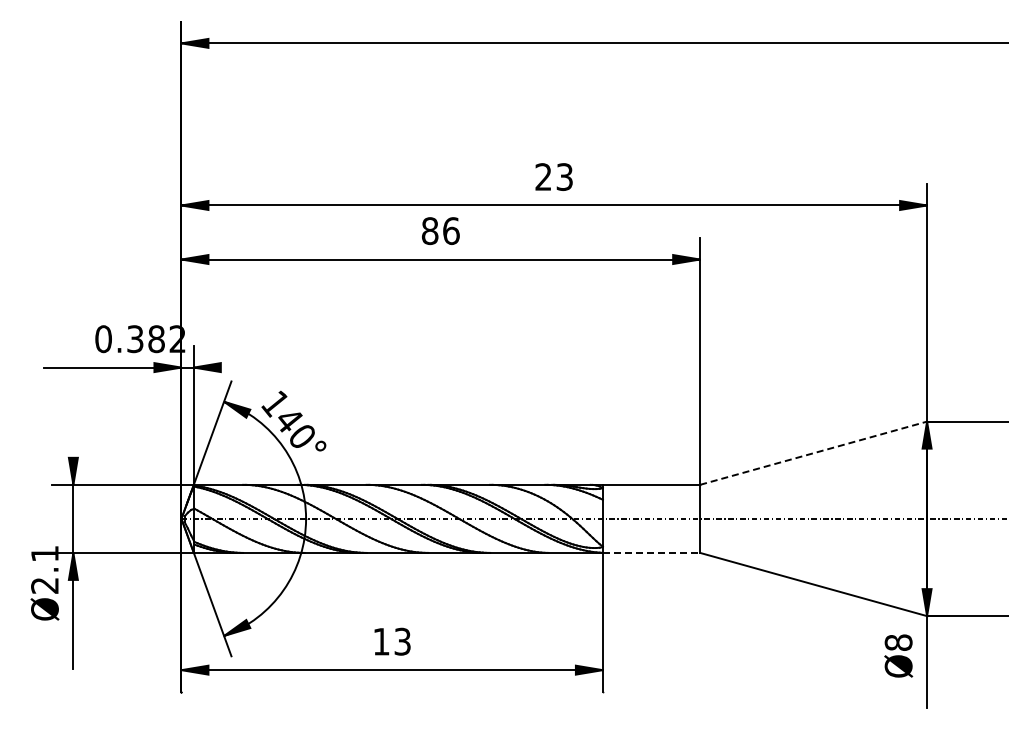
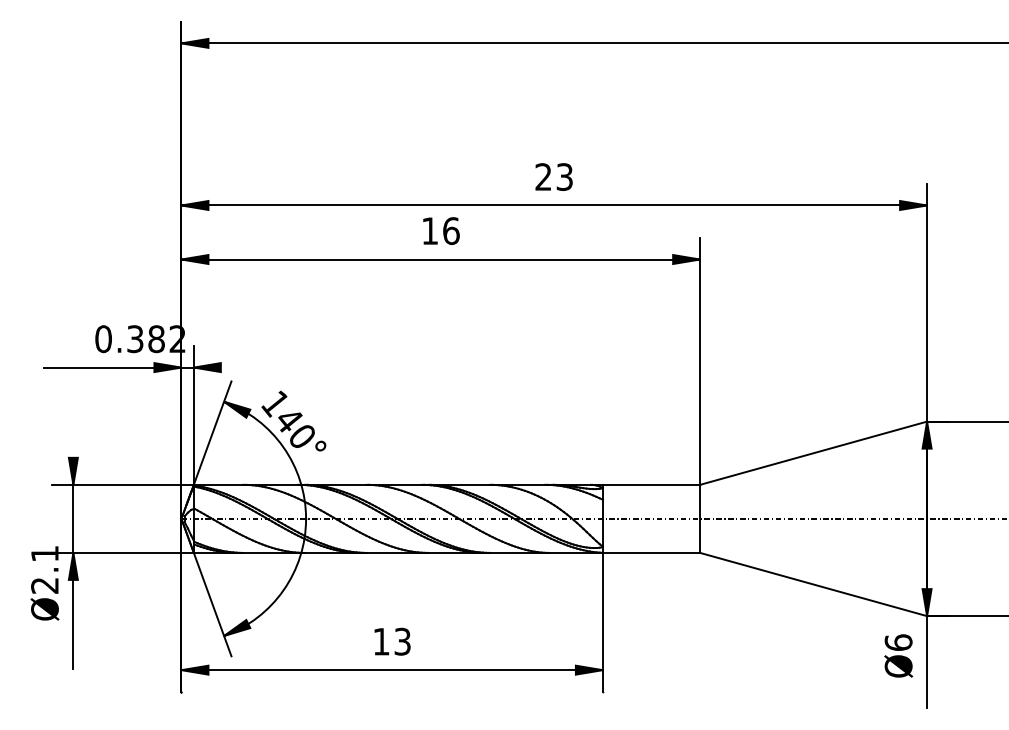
text at (429, 231): 86 -> 16
line at (813, 453): dashed -> solid
line at (651, 552): dashed -> solid
text at (898, 642): Ø8 -> Ø6
